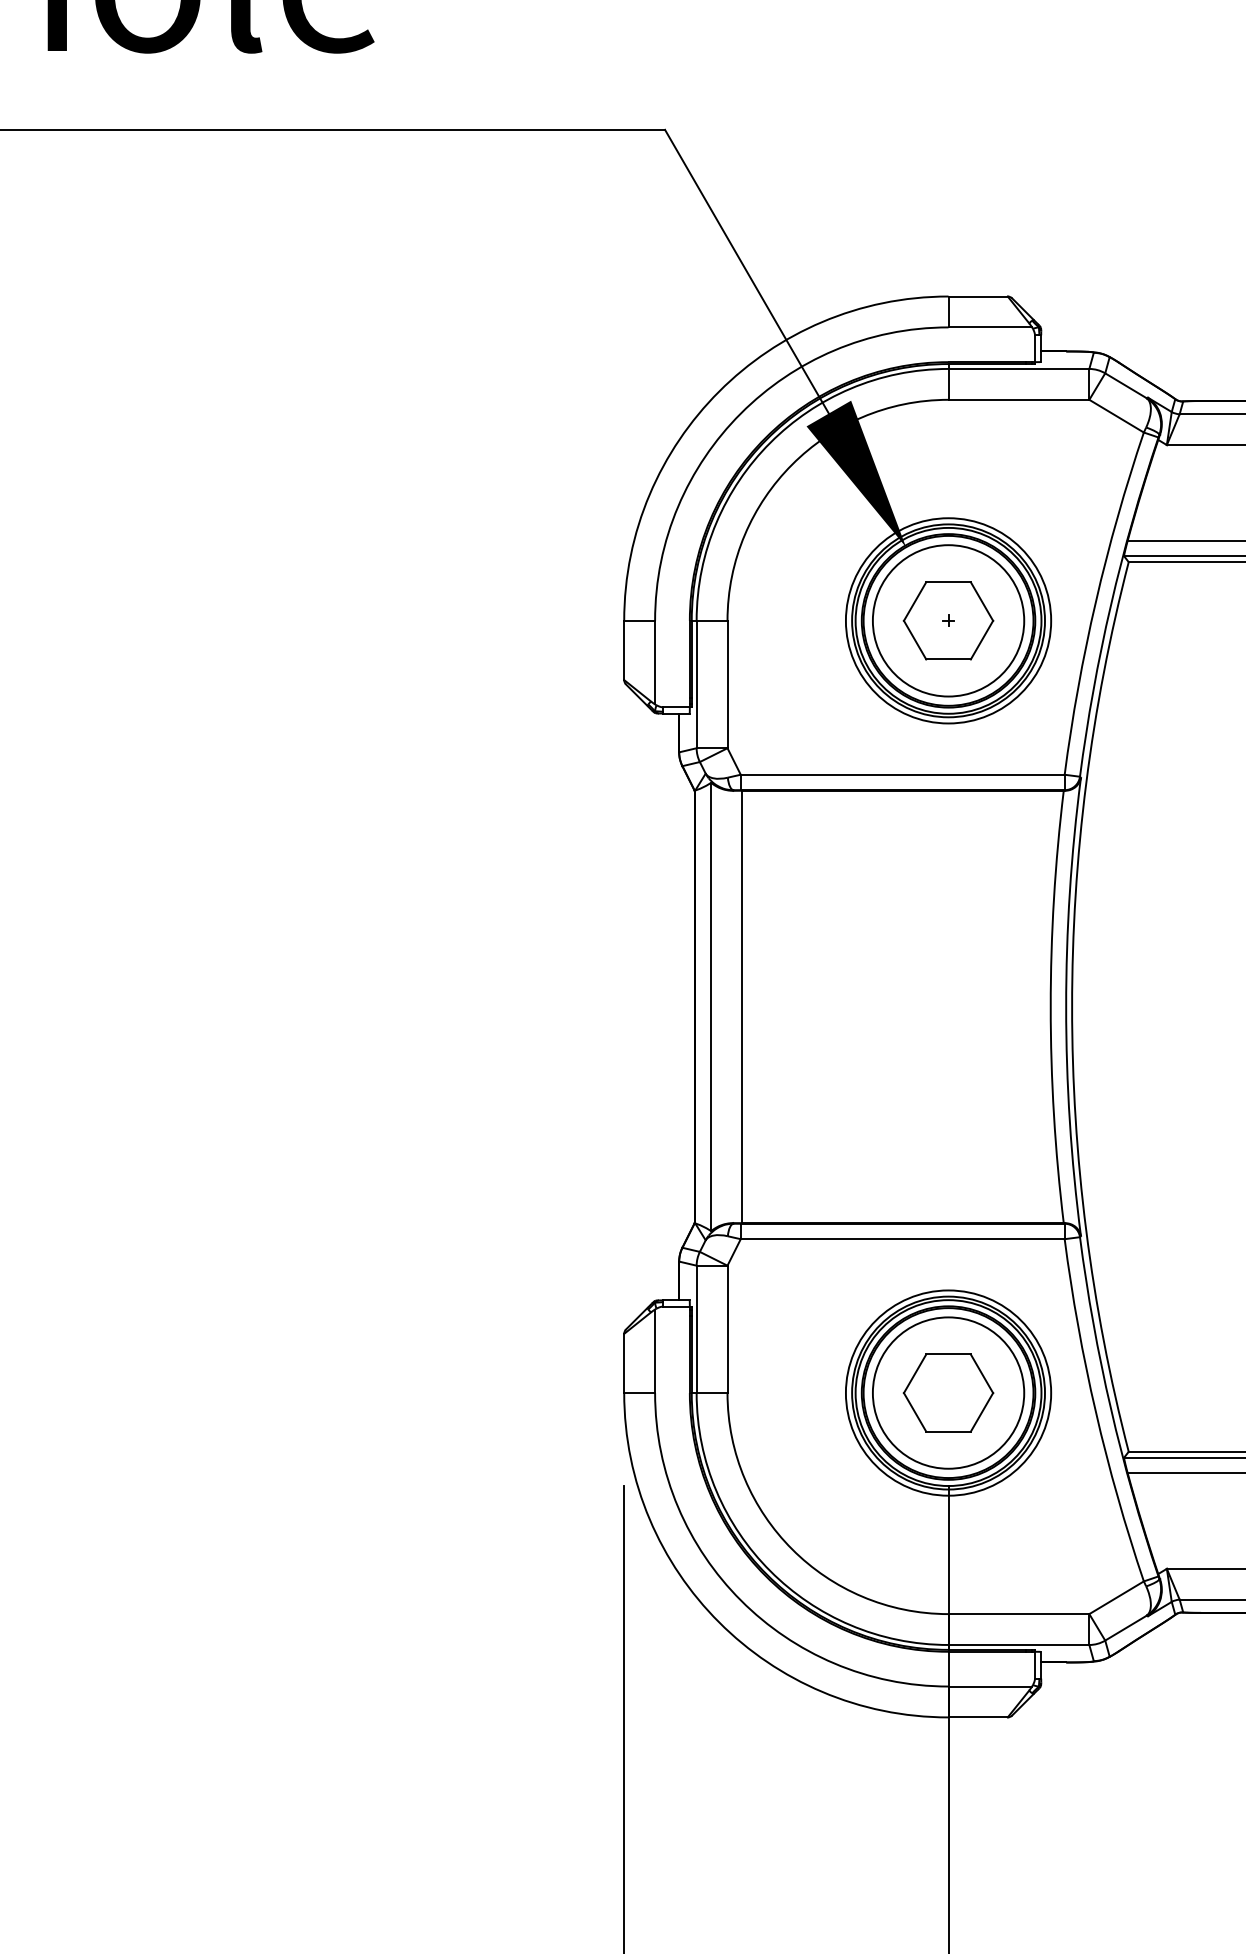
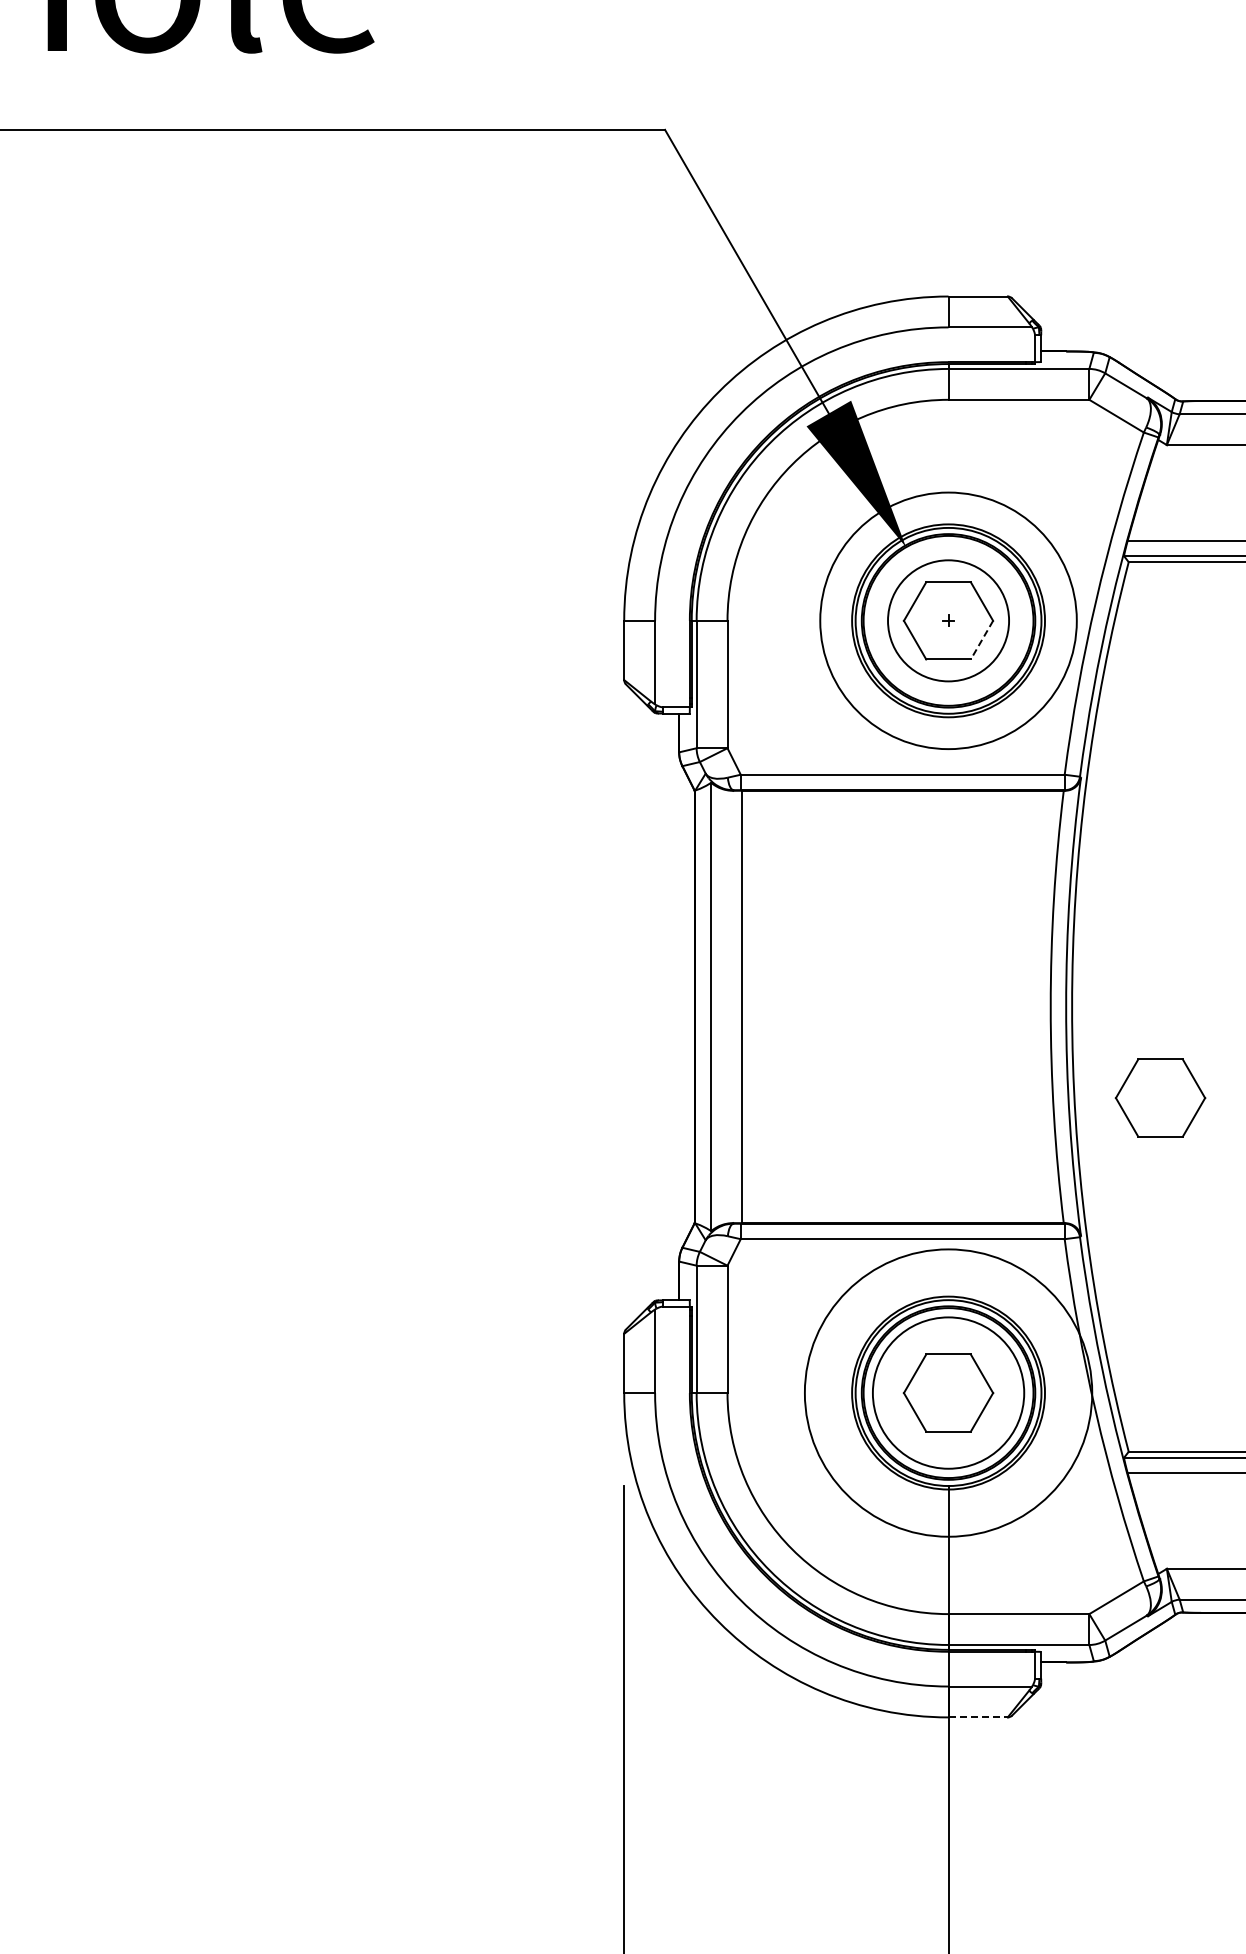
circle at (948, 620) diameter: 151 px -> 121 px
circle at (948, 620) diameter: 205 px -> 257 px
line at (981, 640): solid -> dashed
part at (1160, 1097): none -> present
circle at (948, 1392) diameter: 205 px -> 287 px
line at (978, 1717): solid -> dashed
